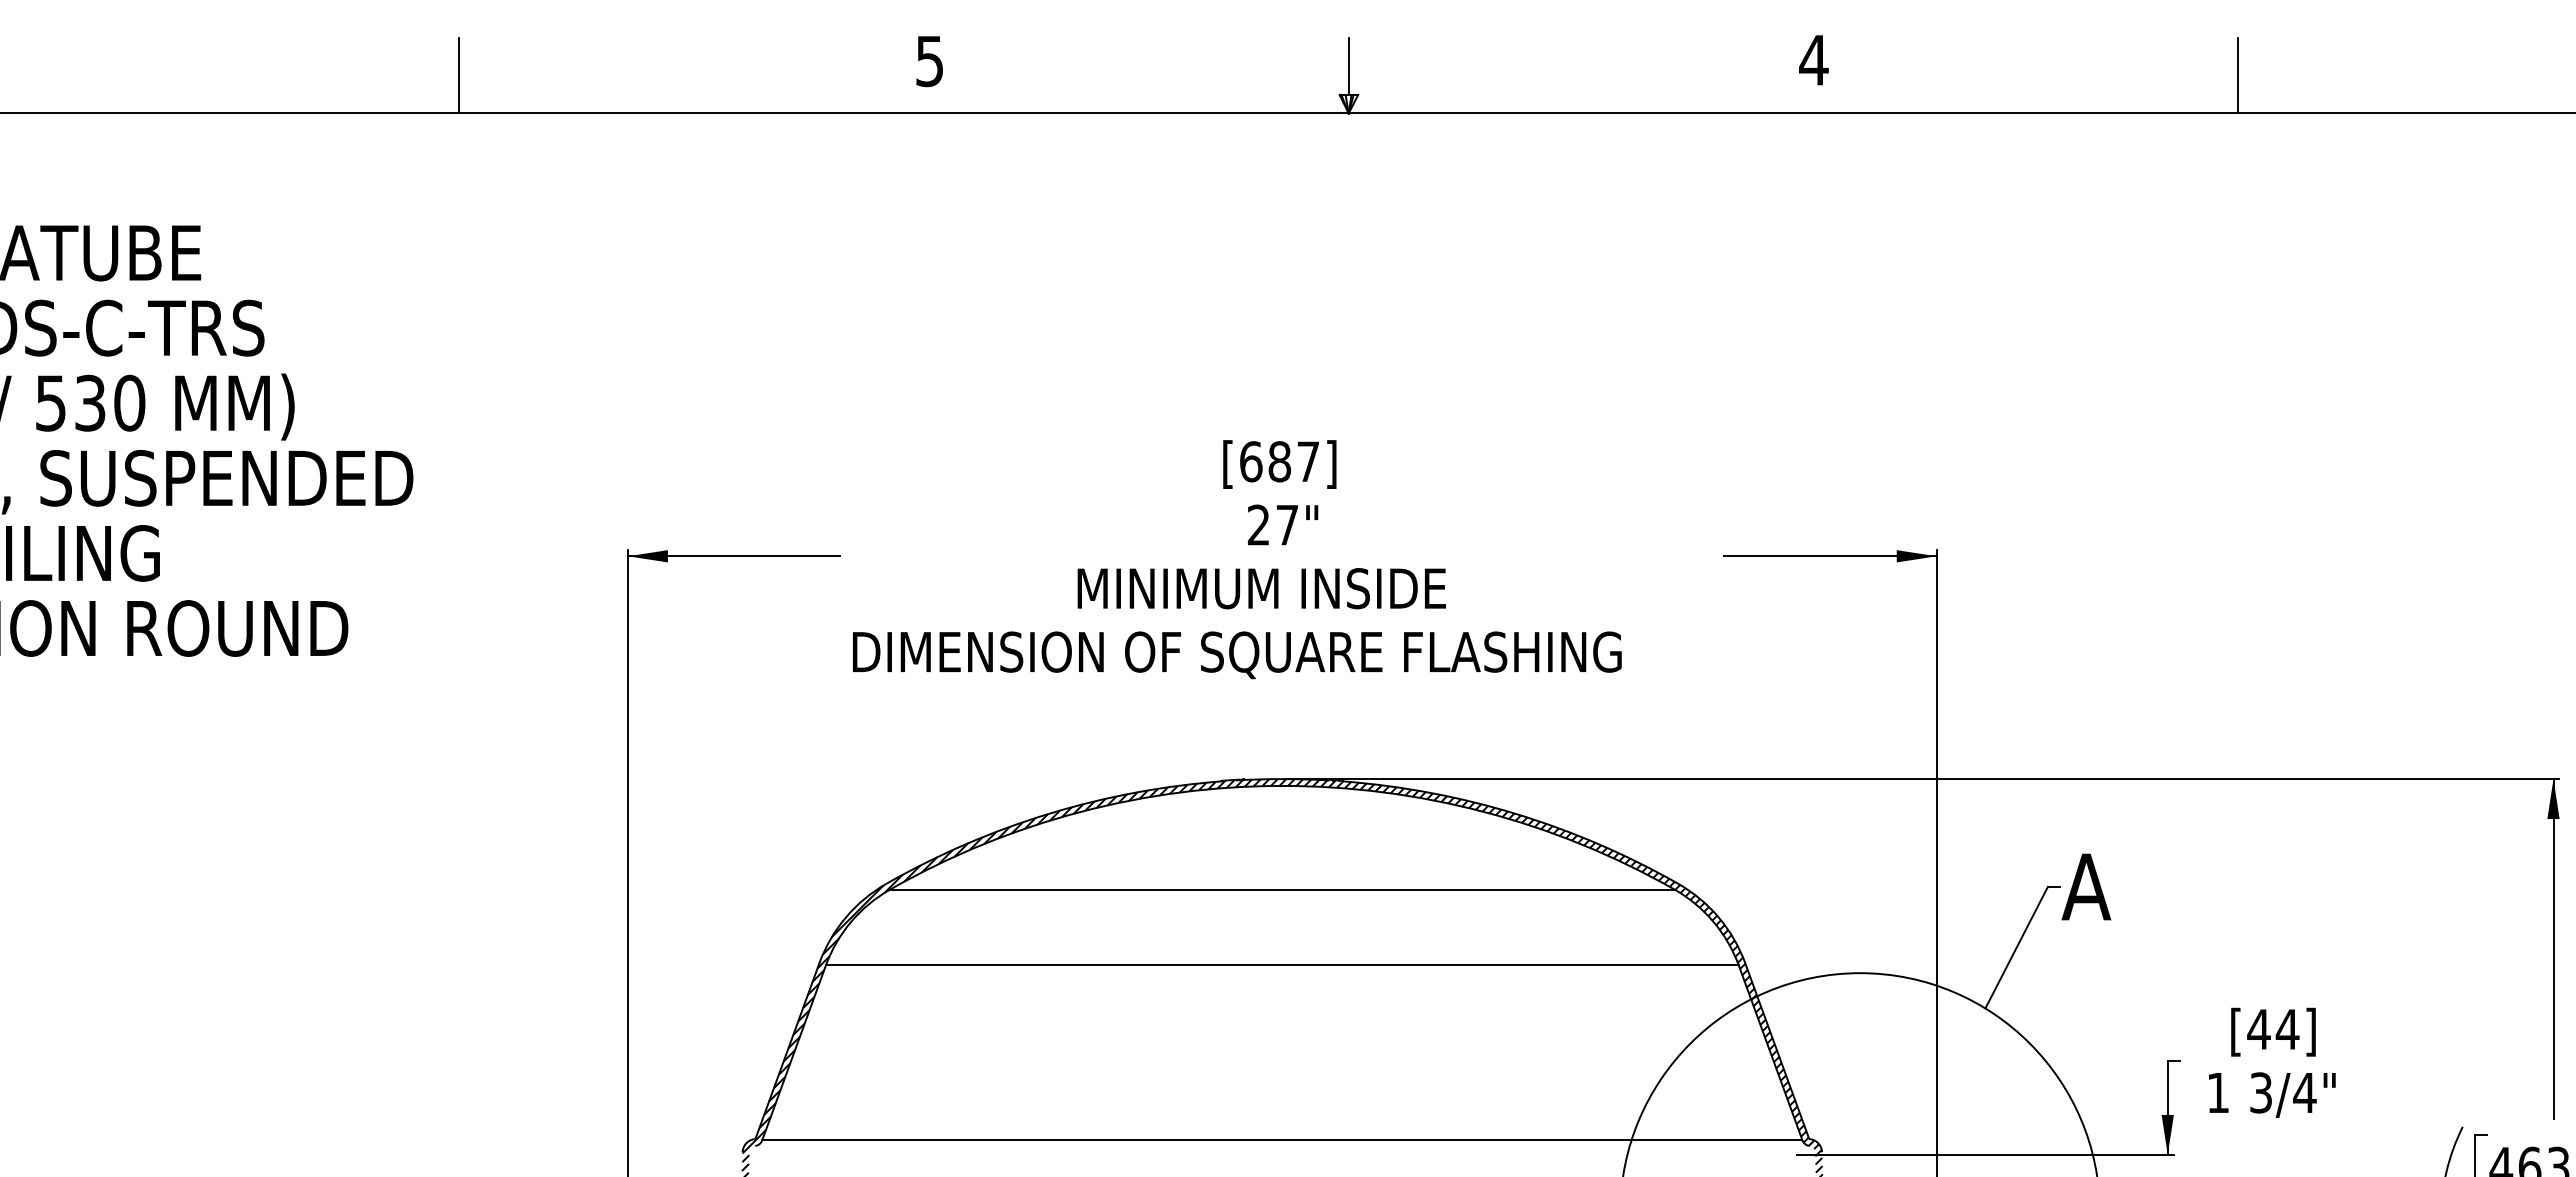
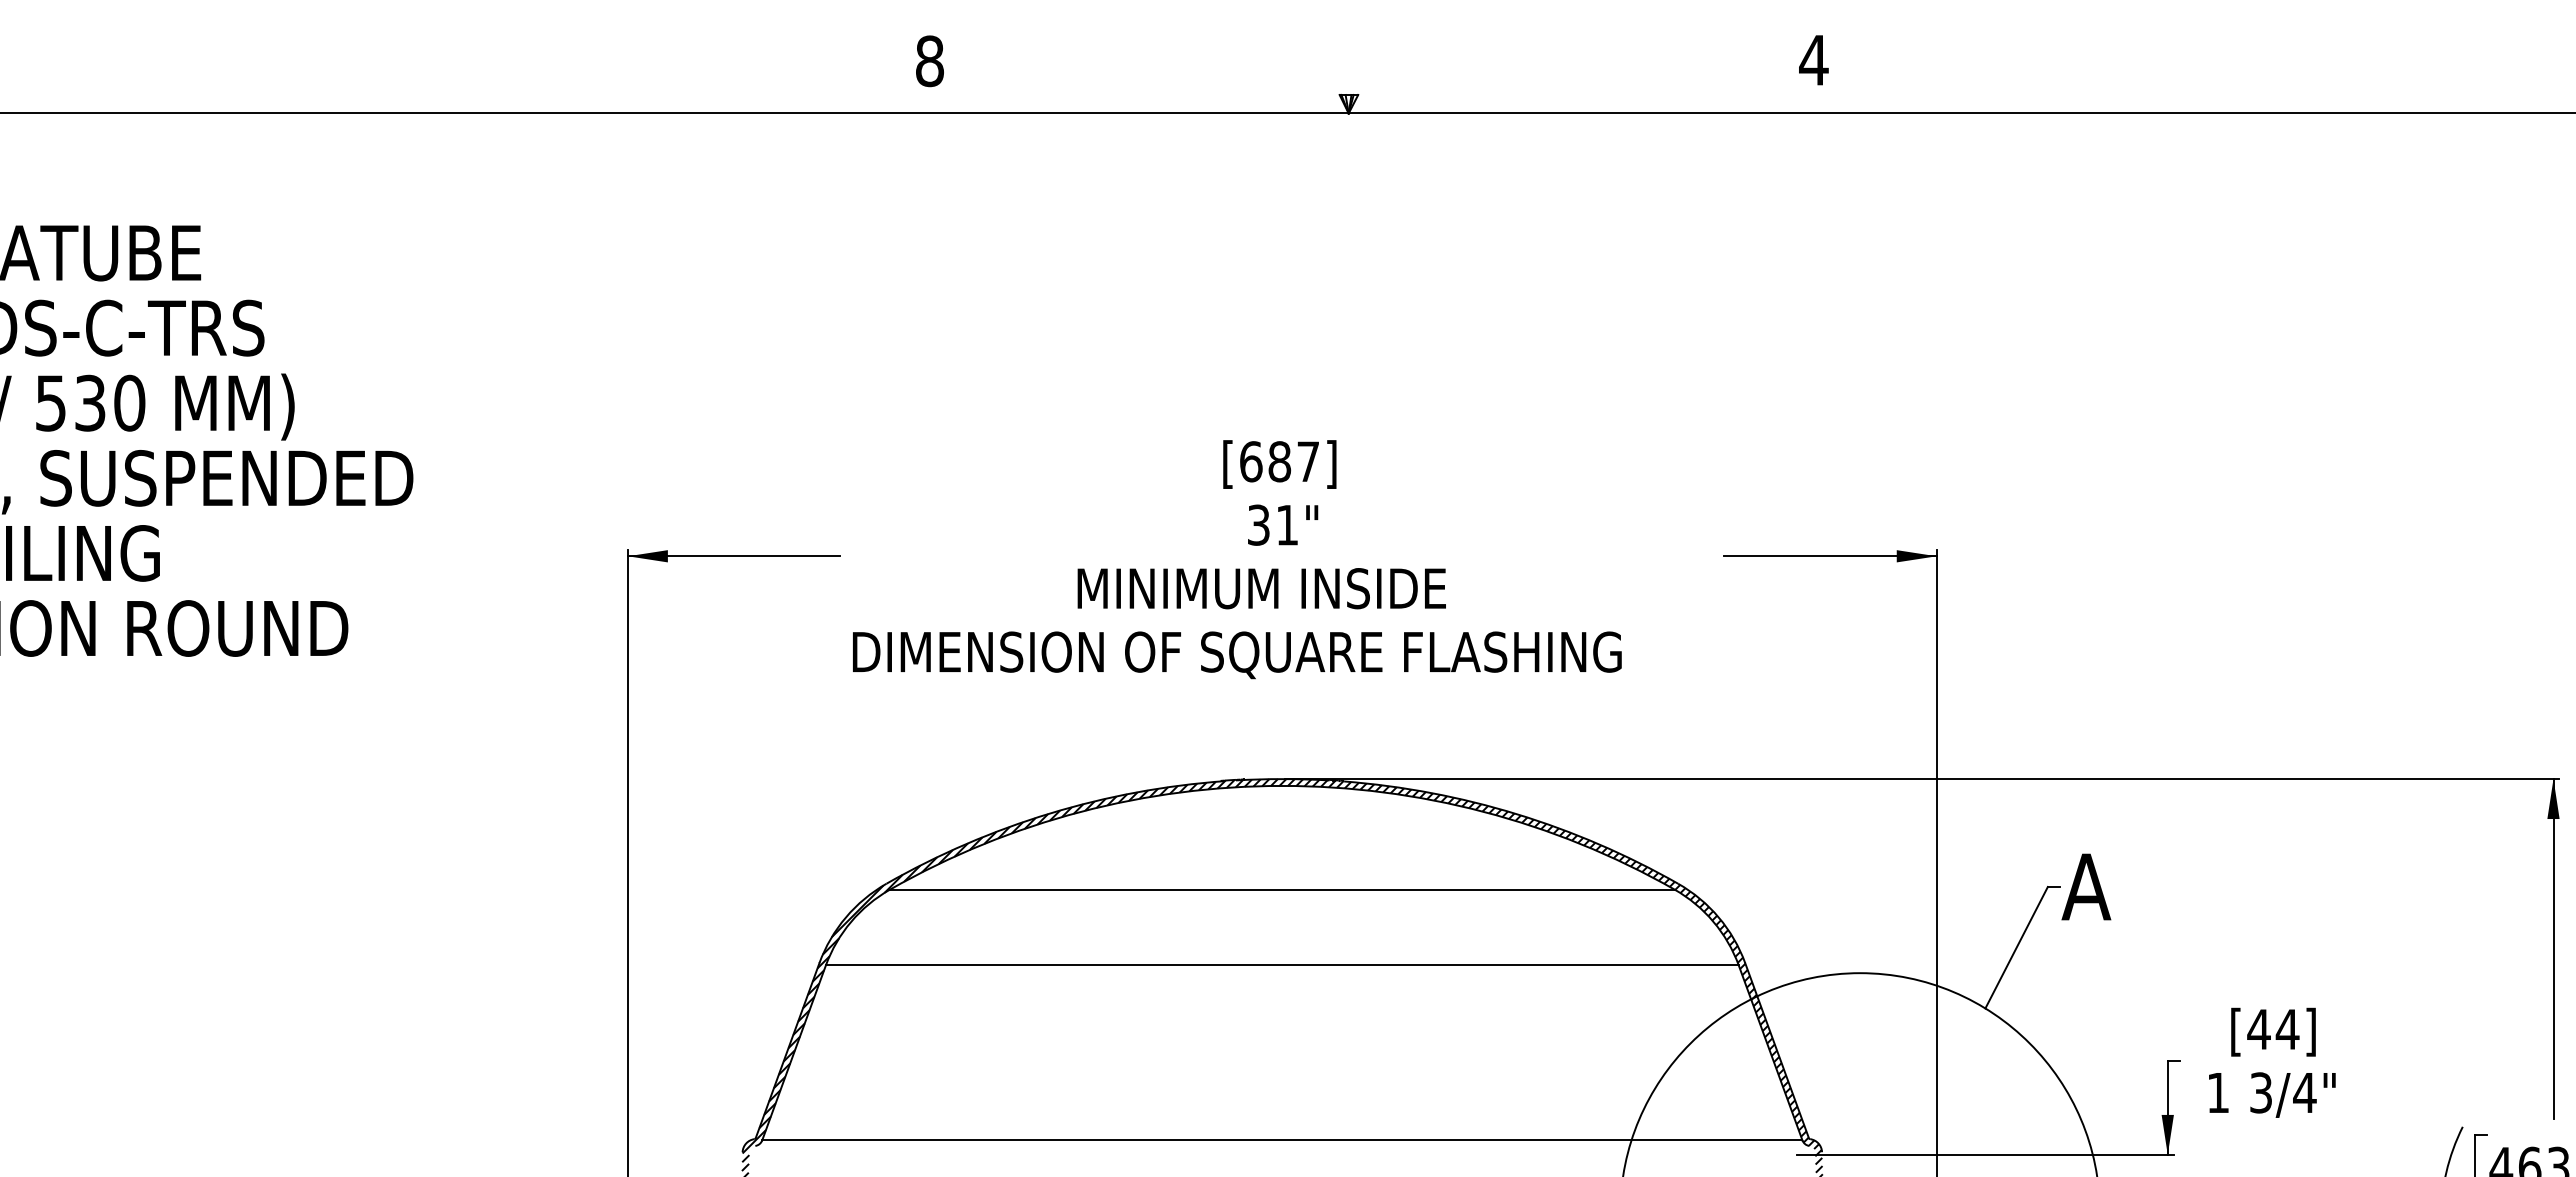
text at (929, 61): 5 -> 8
line at (1348, 65): present -> none
line at (459, 75): present -> none
line at (2238, 75): present -> none
text at (1272, 524): 27" -> 31"
